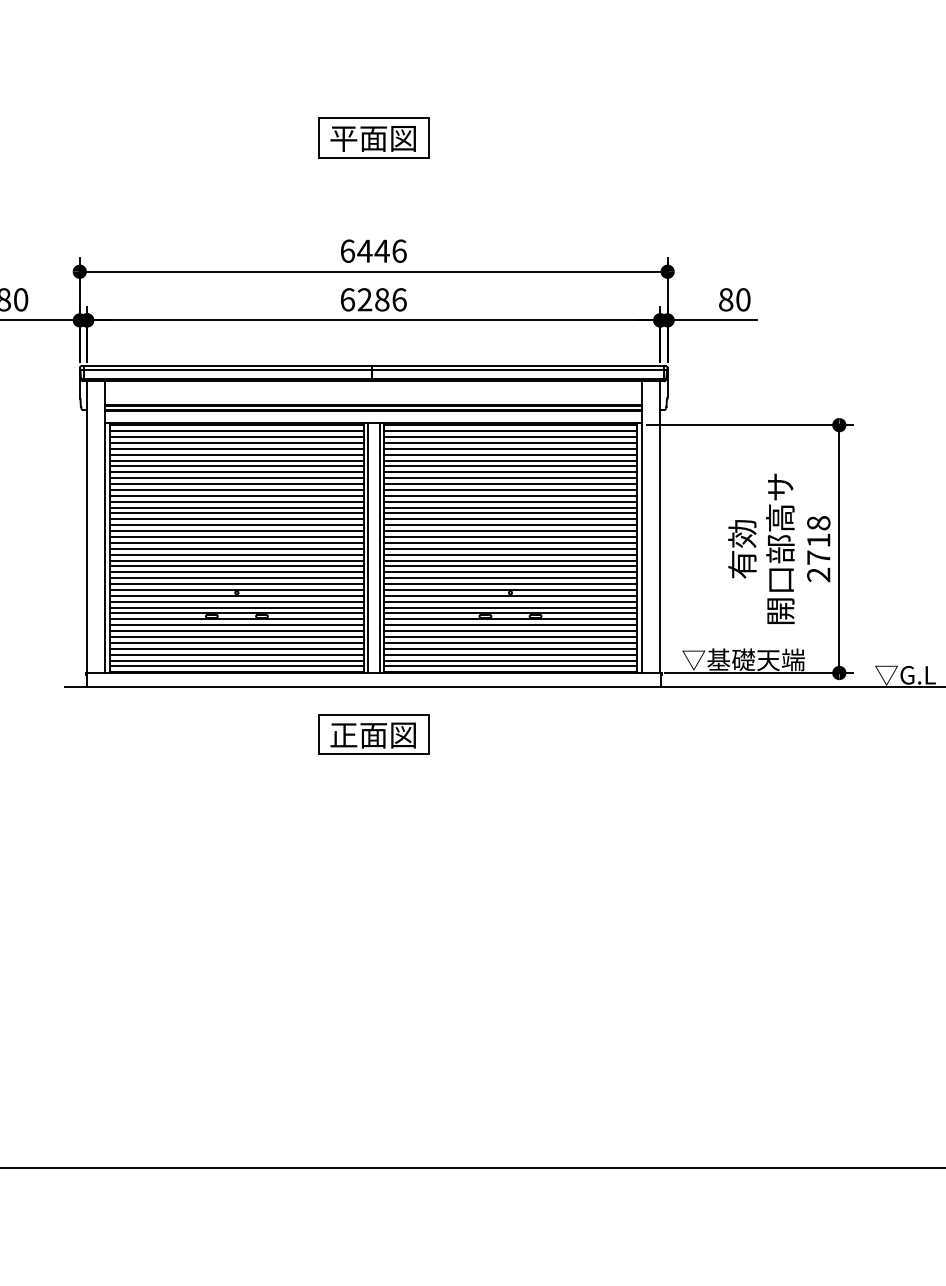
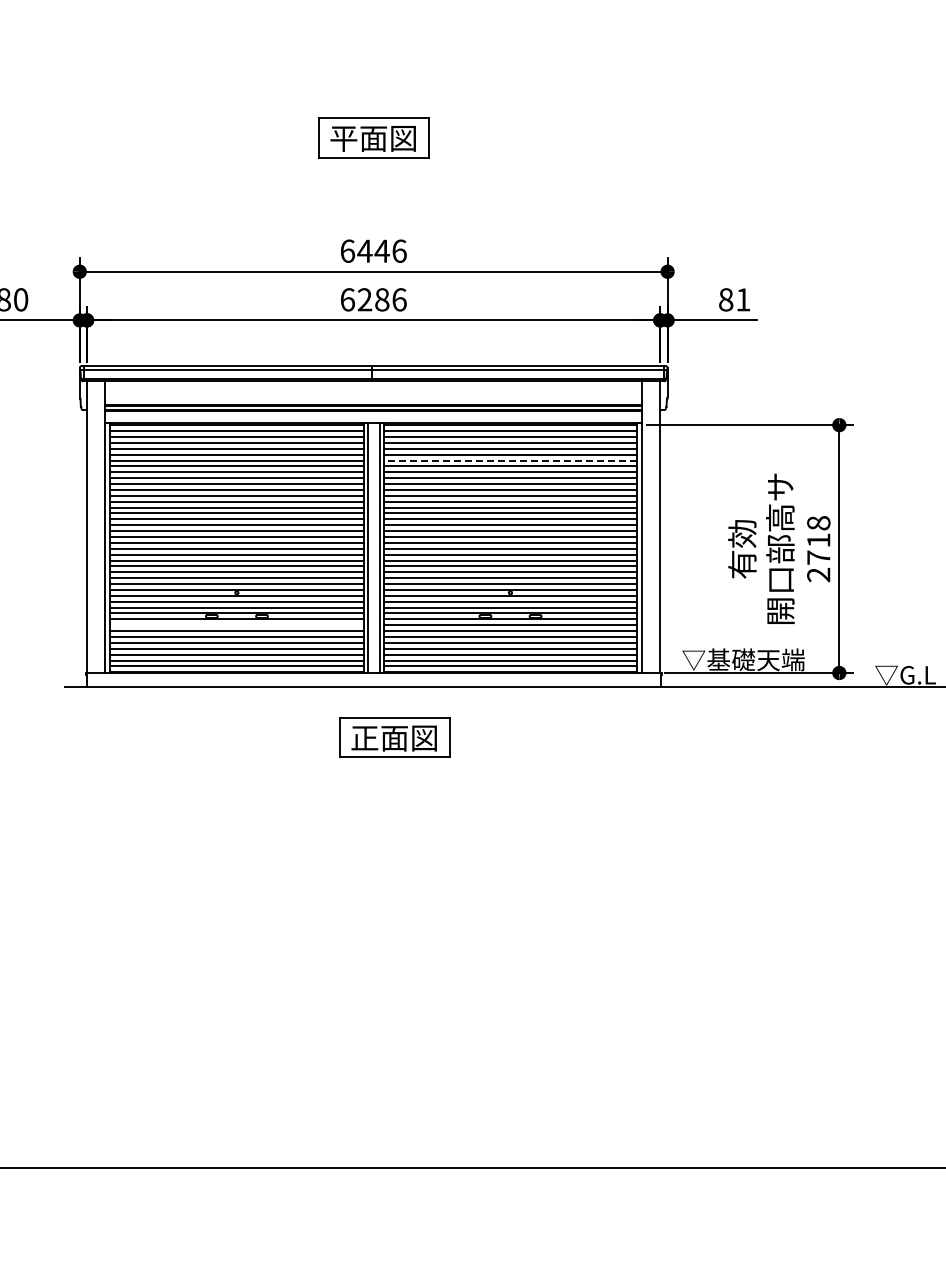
text at (743, 299): 80 -> 81
line at (510, 460): solid -> dashed
line at (236, 625): present -> none
part at (373, 734) position: (373, 734) -> (394, 737)
